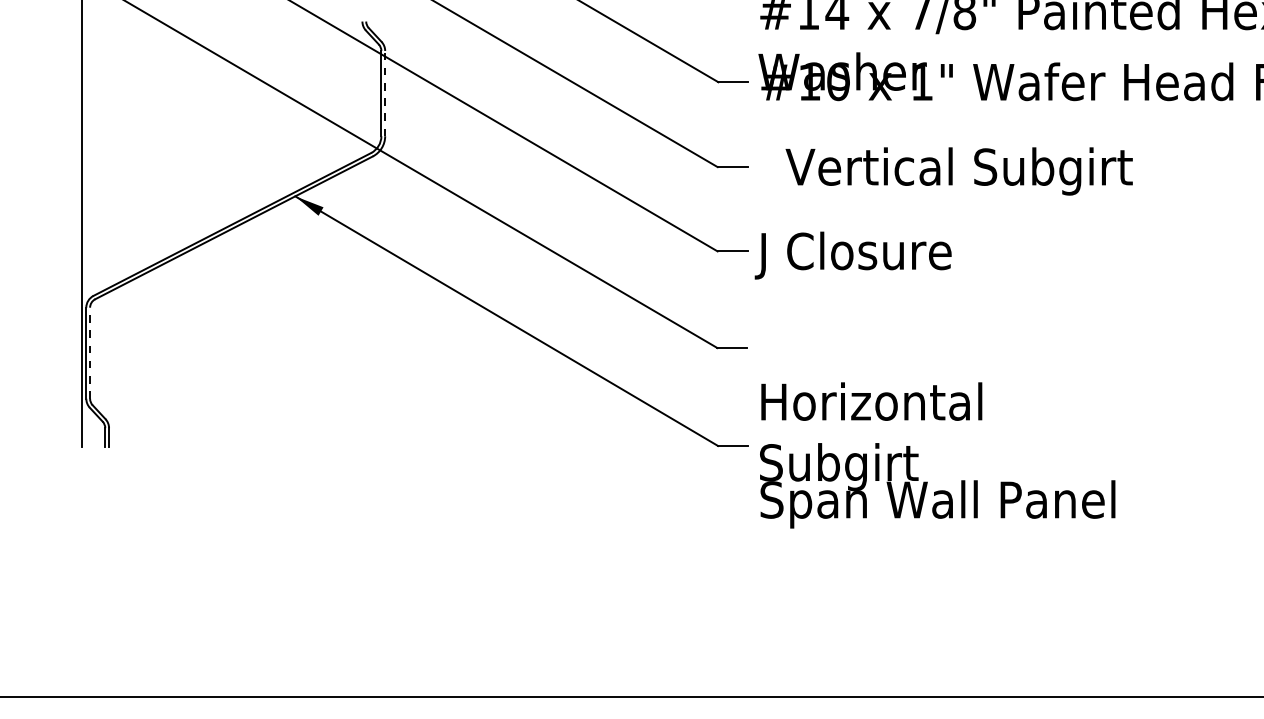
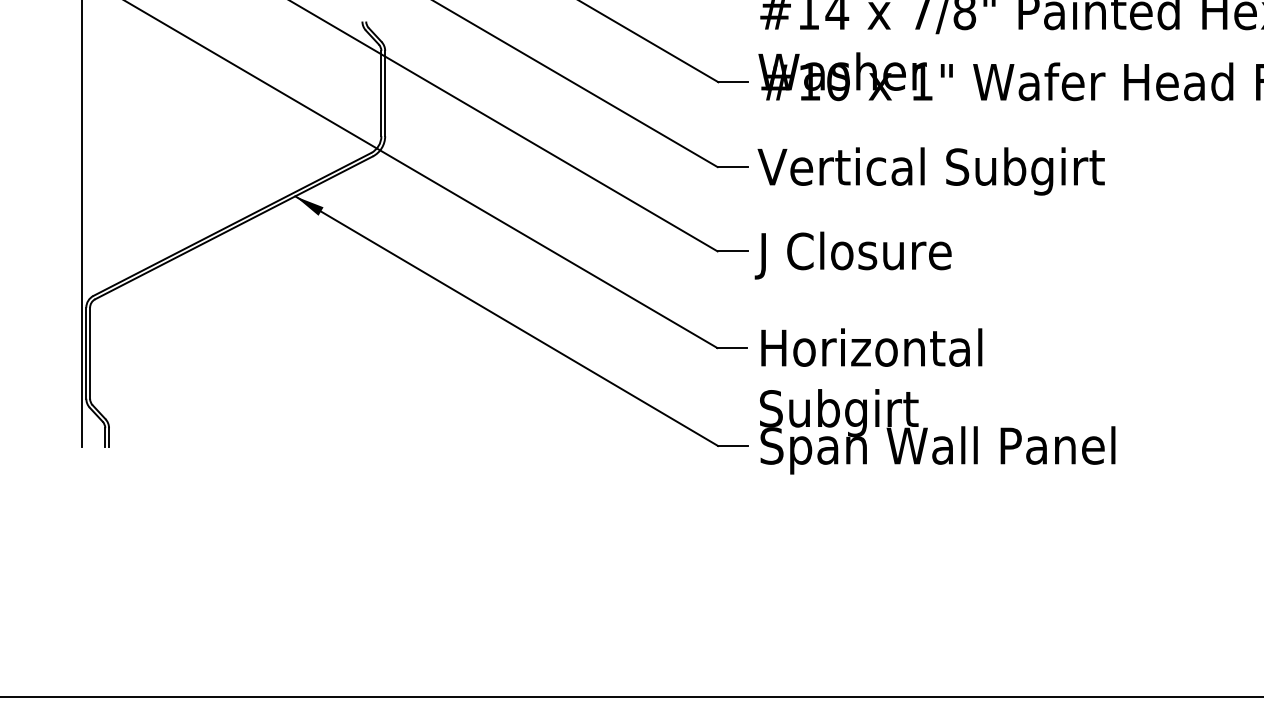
line at (385, 93): dashed -> solid
text at (958, 171) position: (958, 171) -> (930, 171)
line at (90, 353): dashed -> solid
text at (937, 455) position: (937, 455) -> (937, 401)
